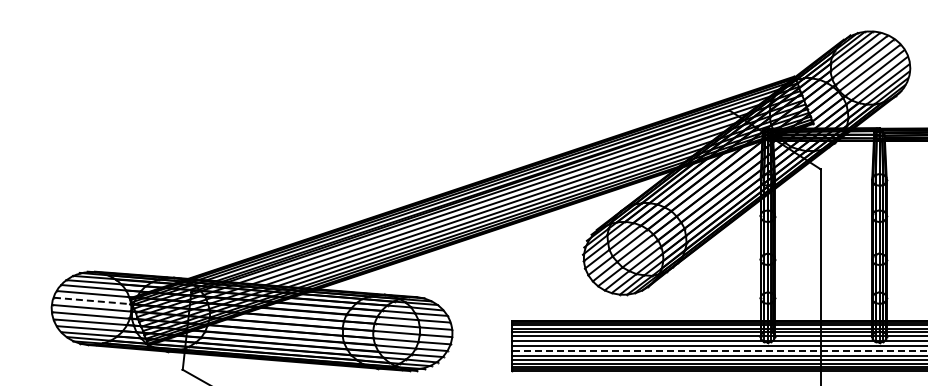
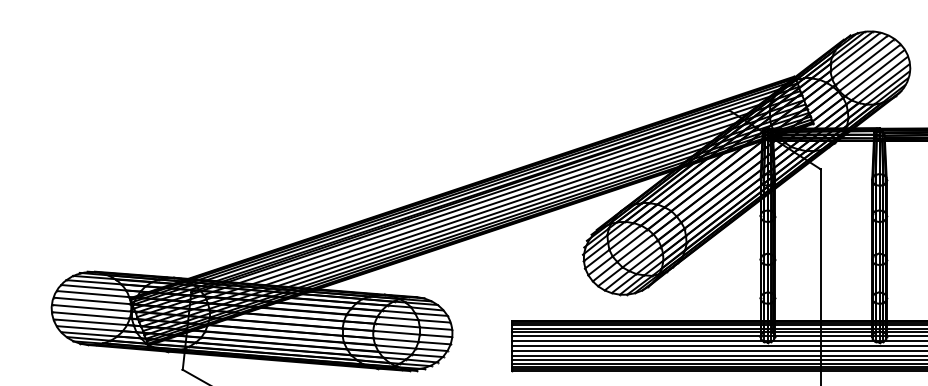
line at (93, 301): dashed -> solid
line at (719, 351): dashed -> solid
